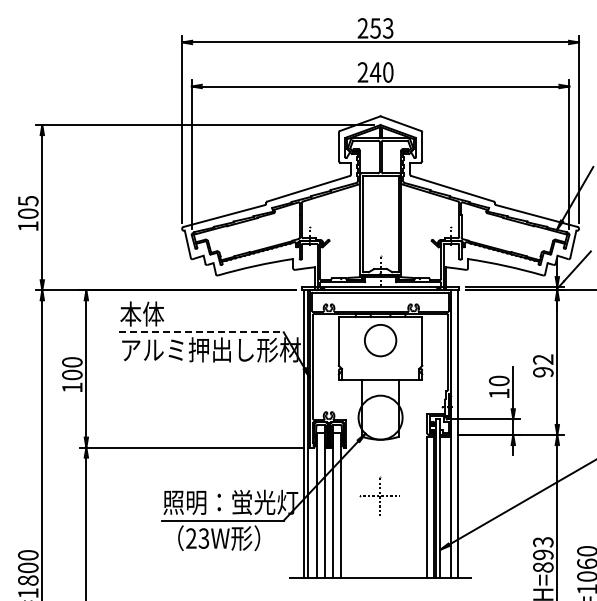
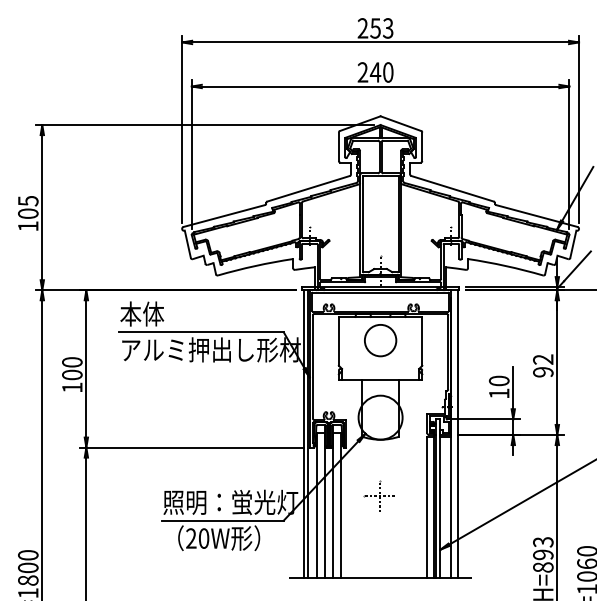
line at (202, 332): dashed -> solid
part at (379, 495) size: 41x40 px -> 32x32 px
text at (203, 538): 23W -> 20W
